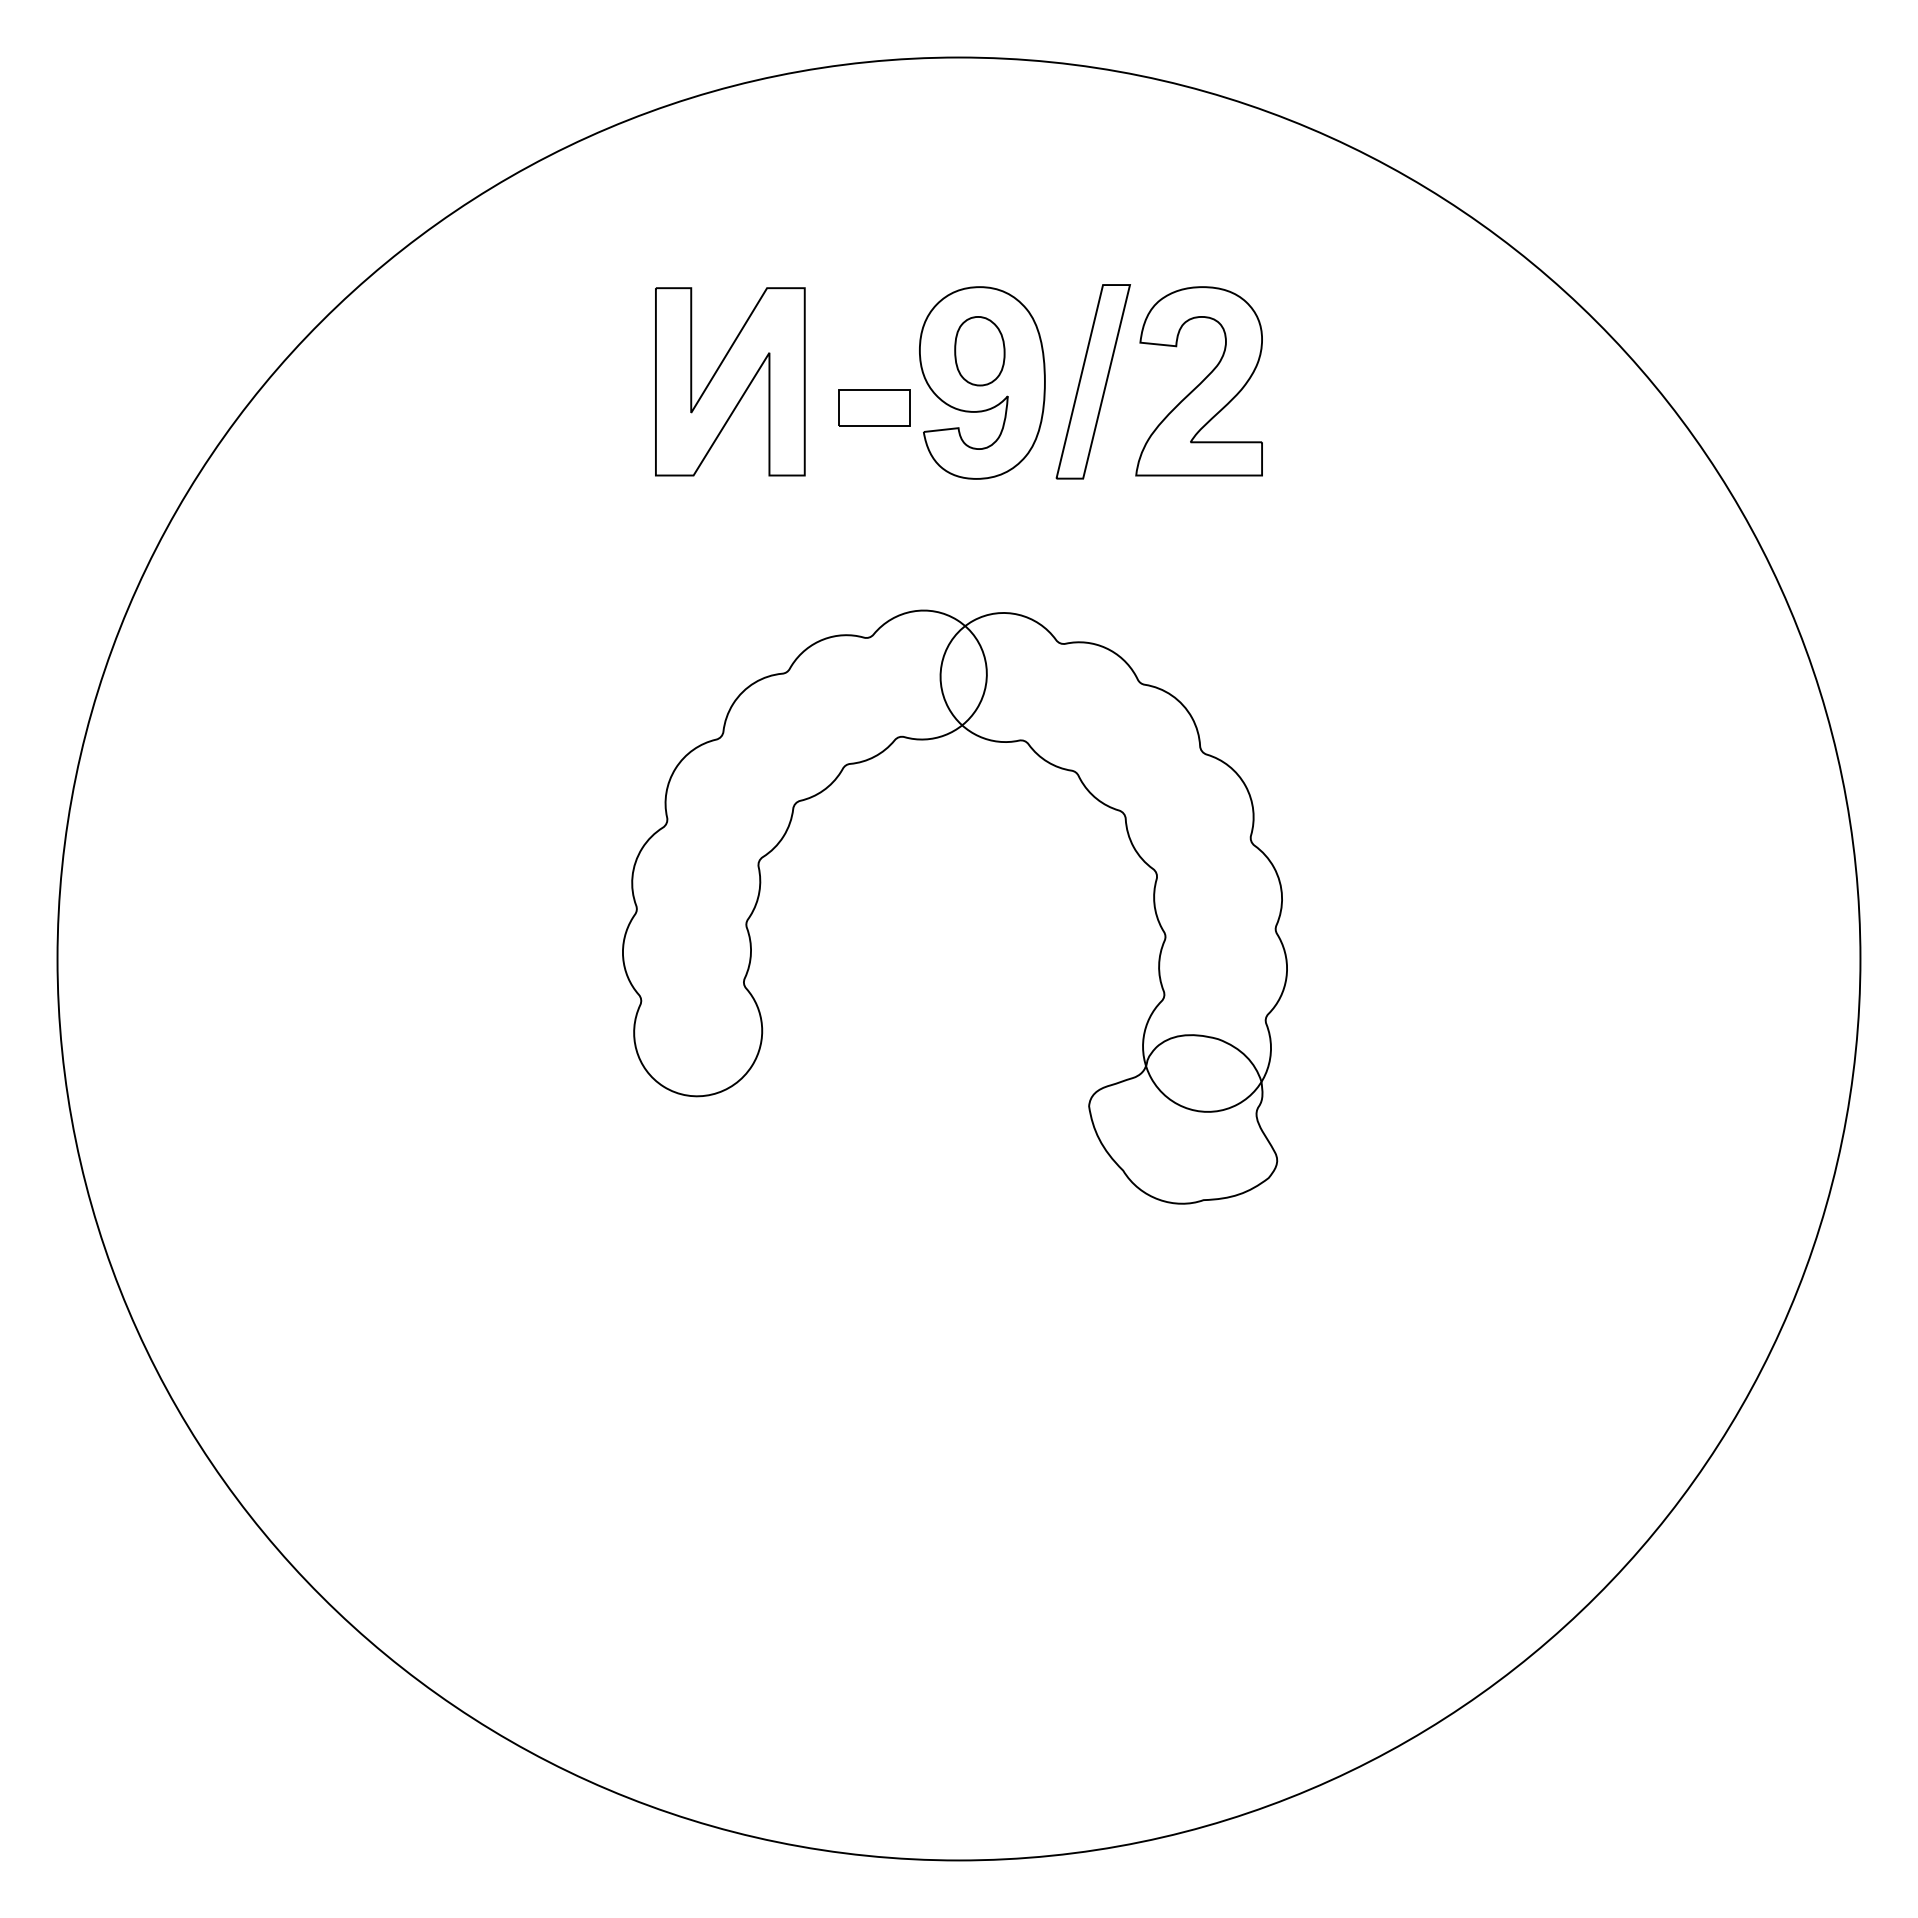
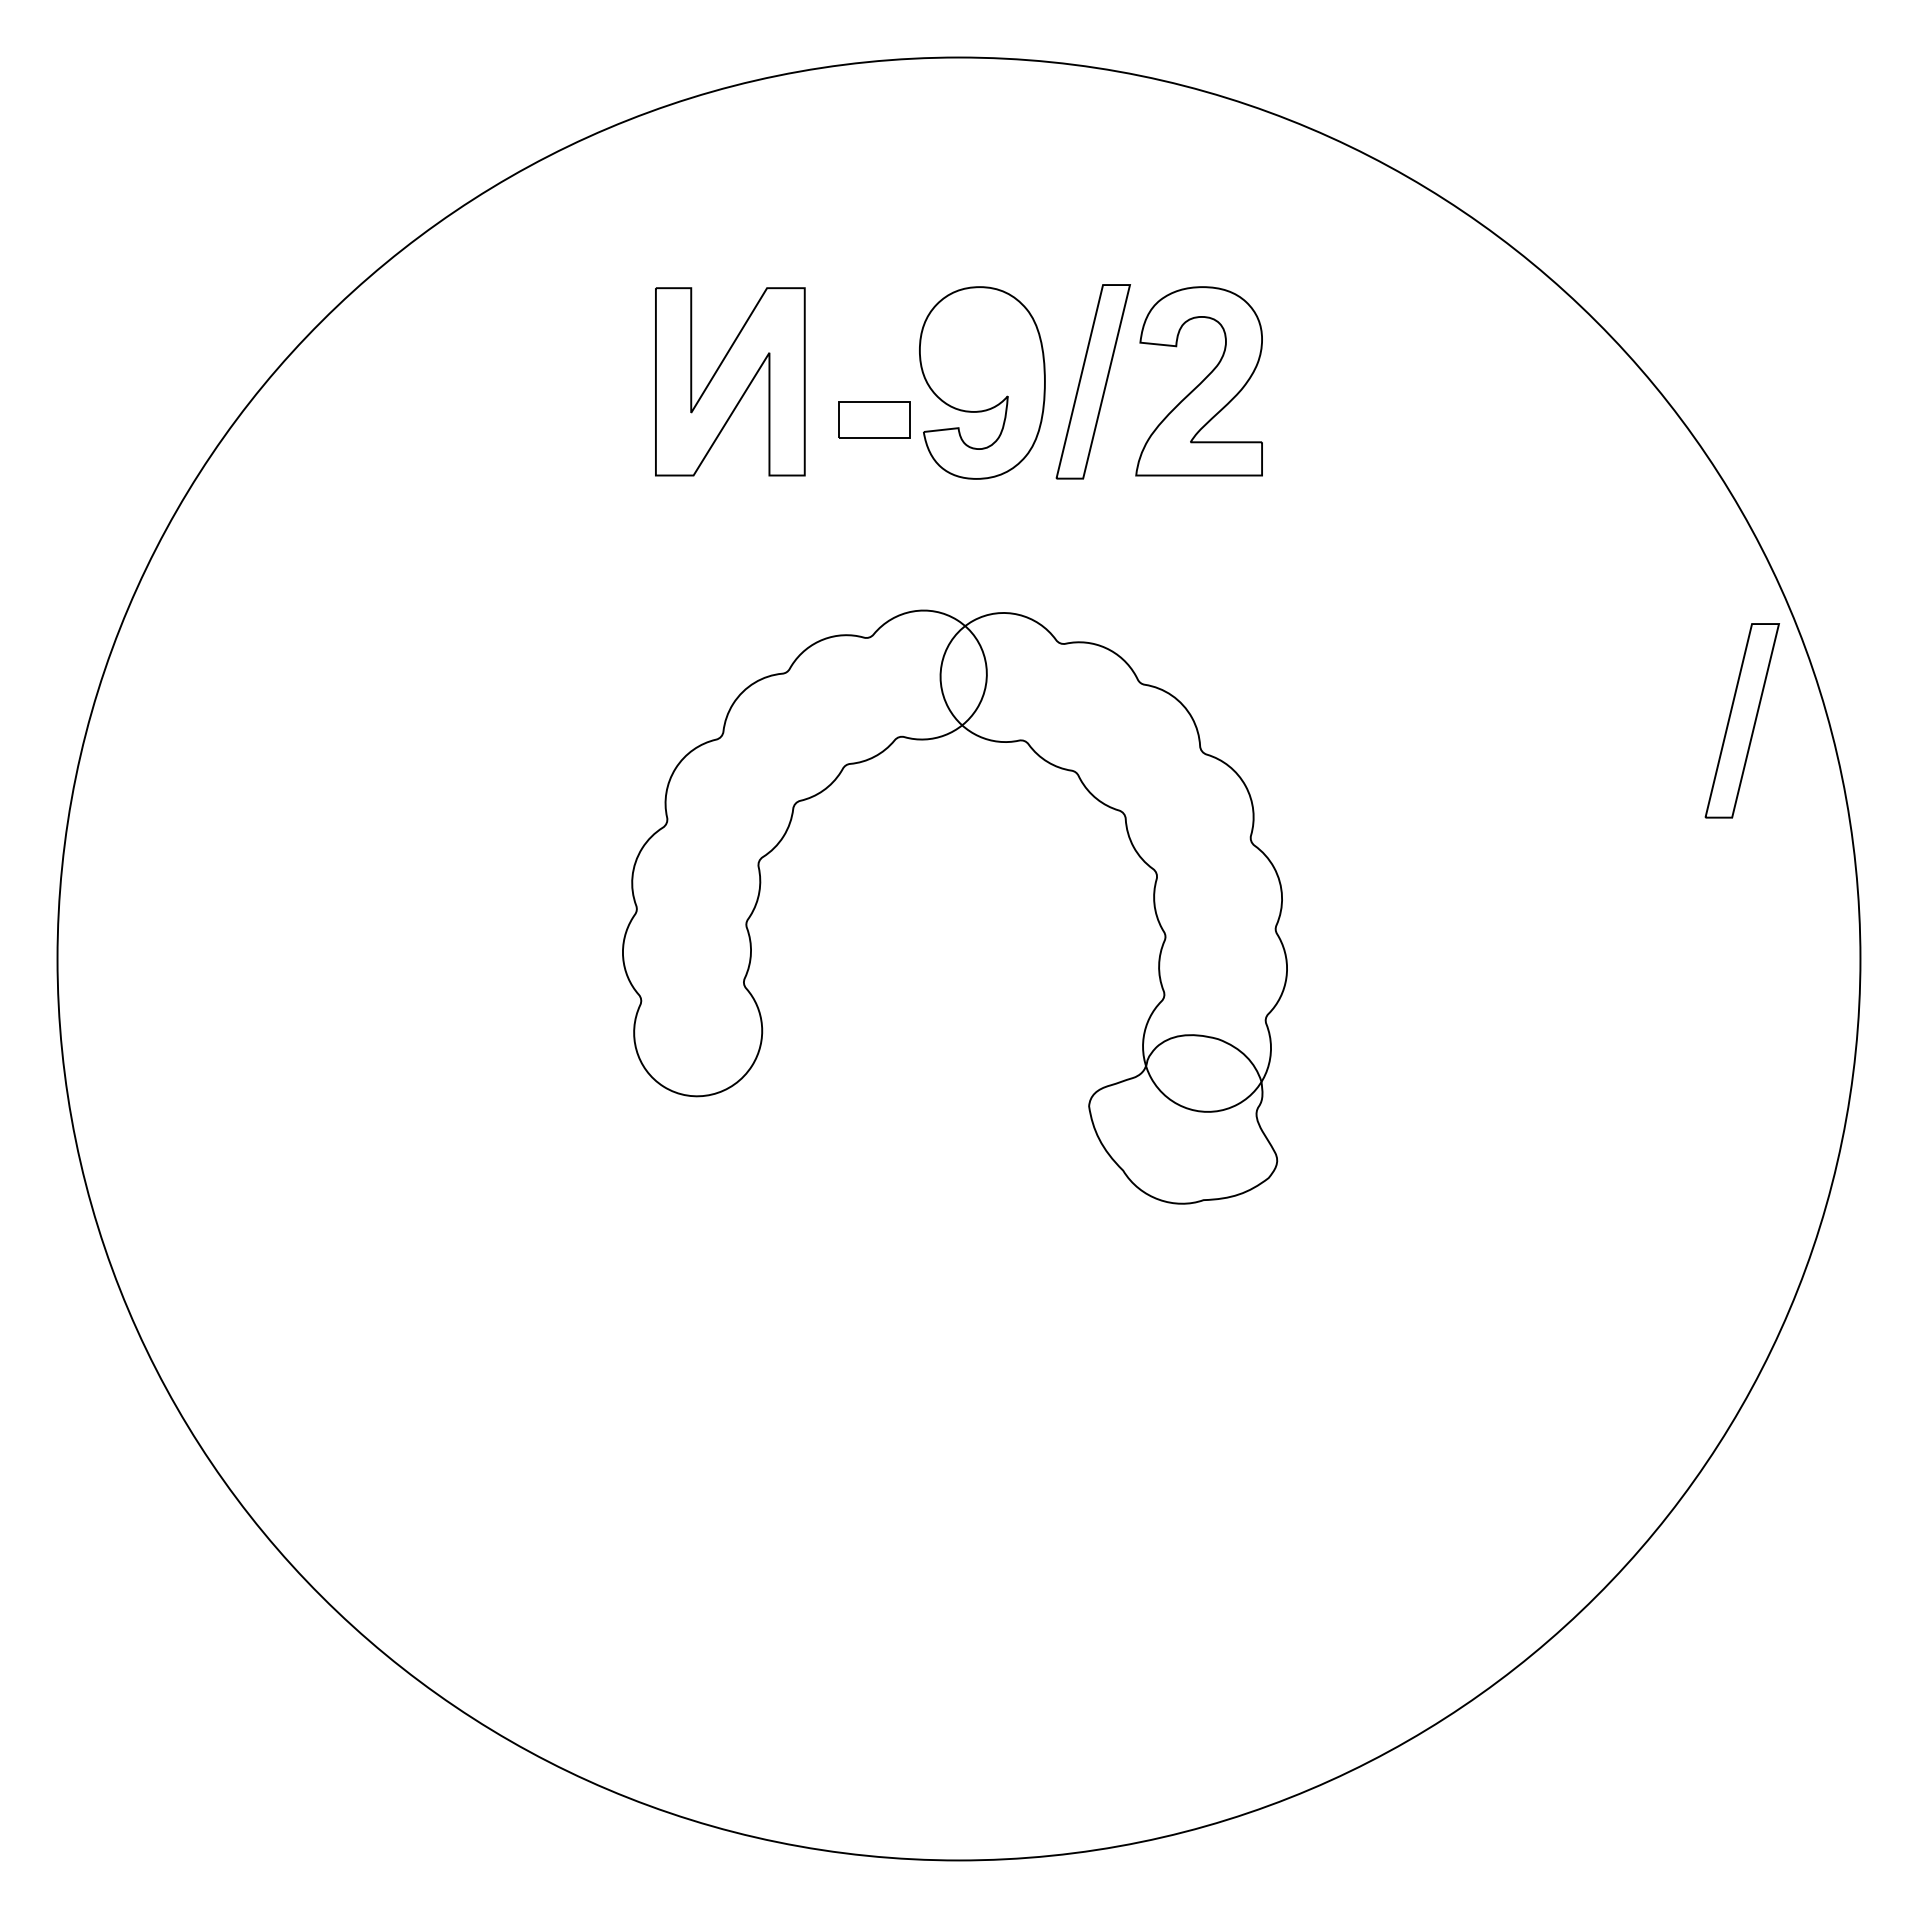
part at (979, 351): present -> none
part at (874, 407) position: (874, 407) -> (874, 419)
part at (1741, 720): none -> present
